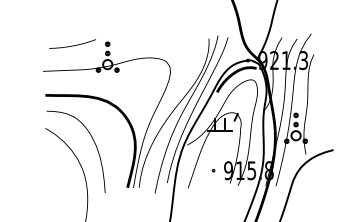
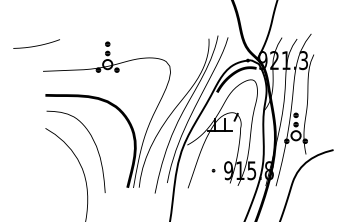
curve at (72, 45) position: (72, 45) -> (36, 45)
